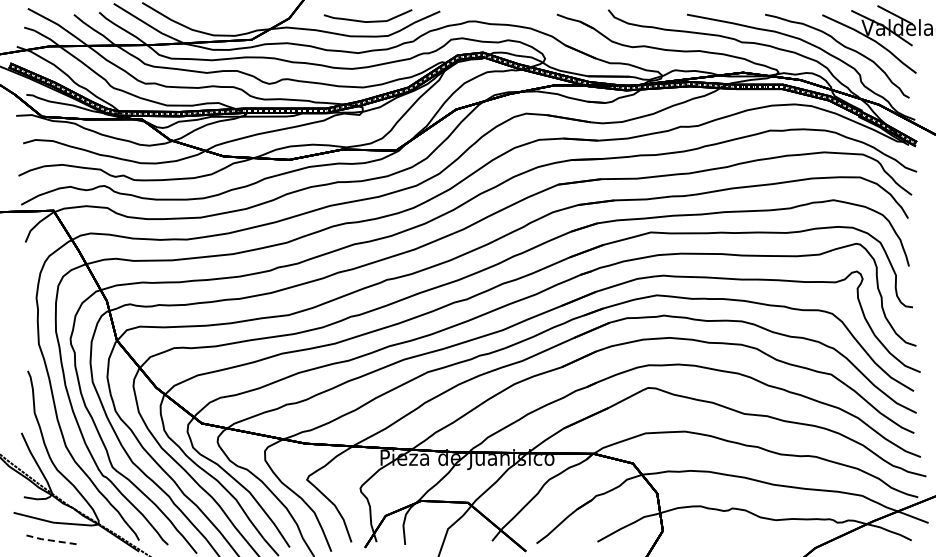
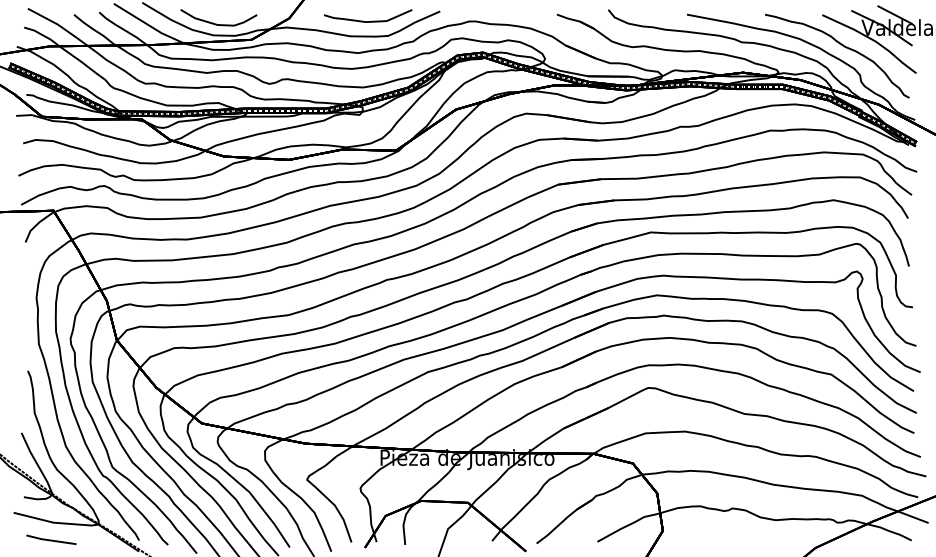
curve at (216, 23): none -> present
line at (50, 540): dashed -> solid
